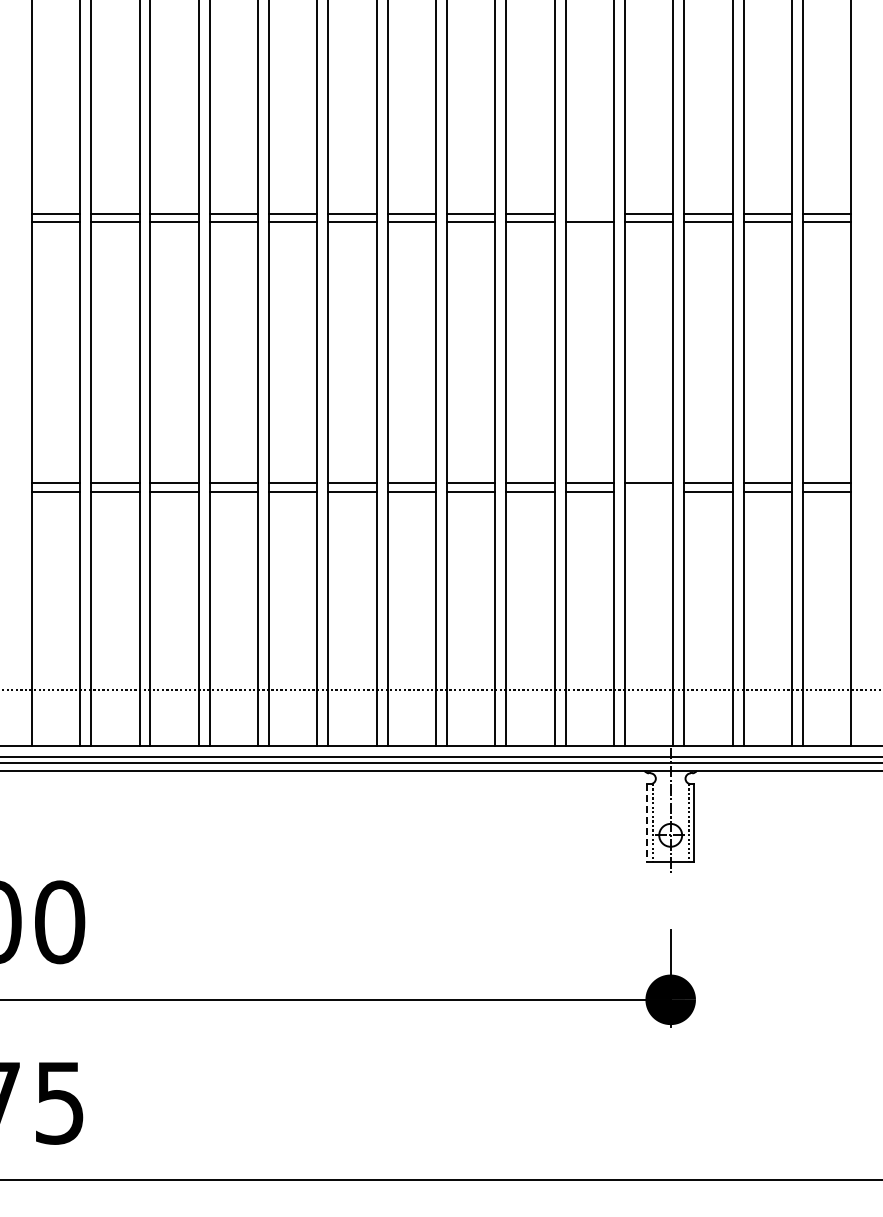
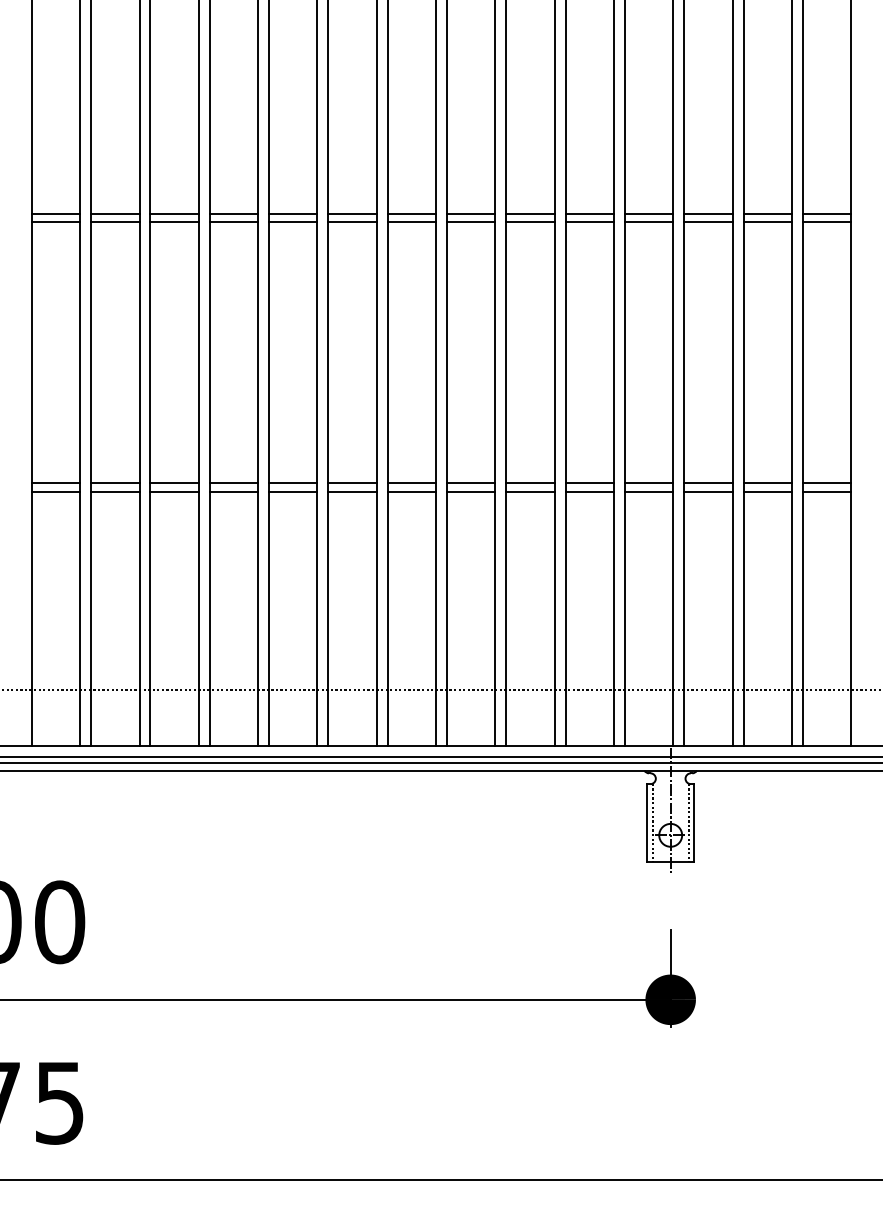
line at (589, 213): none -> present
line at (648, 491): none -> present
line at (647, 823): dashed -> solid
